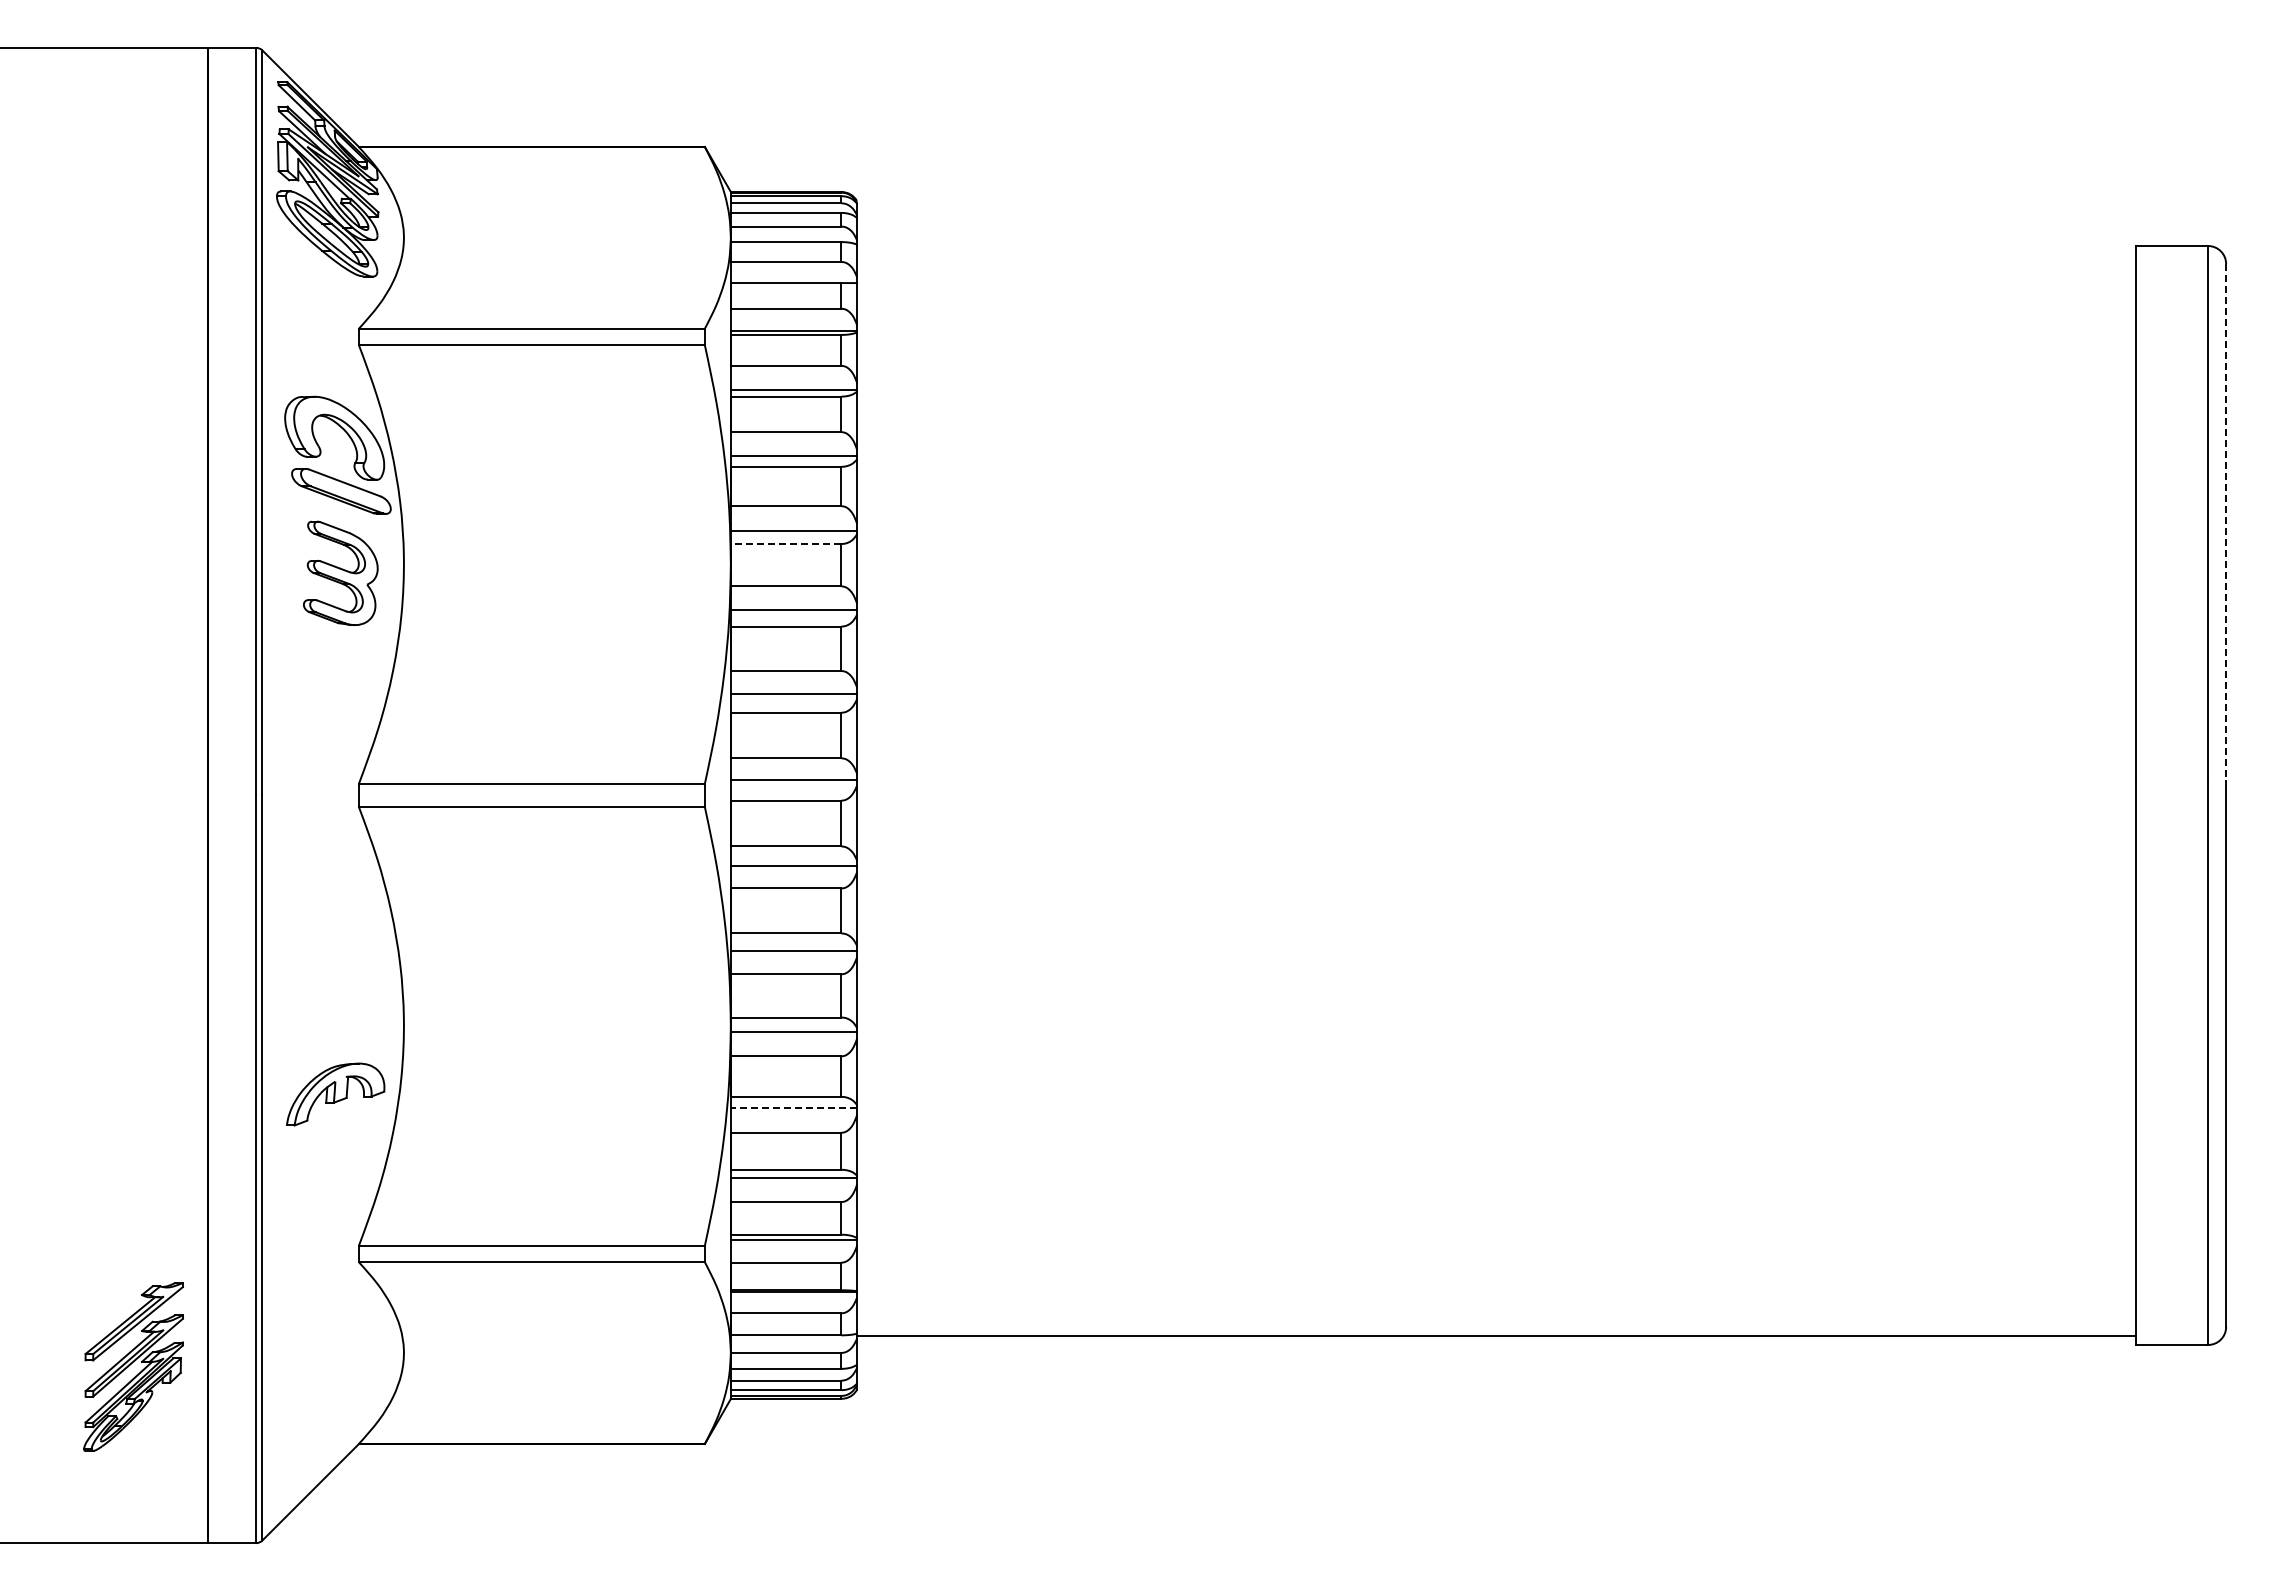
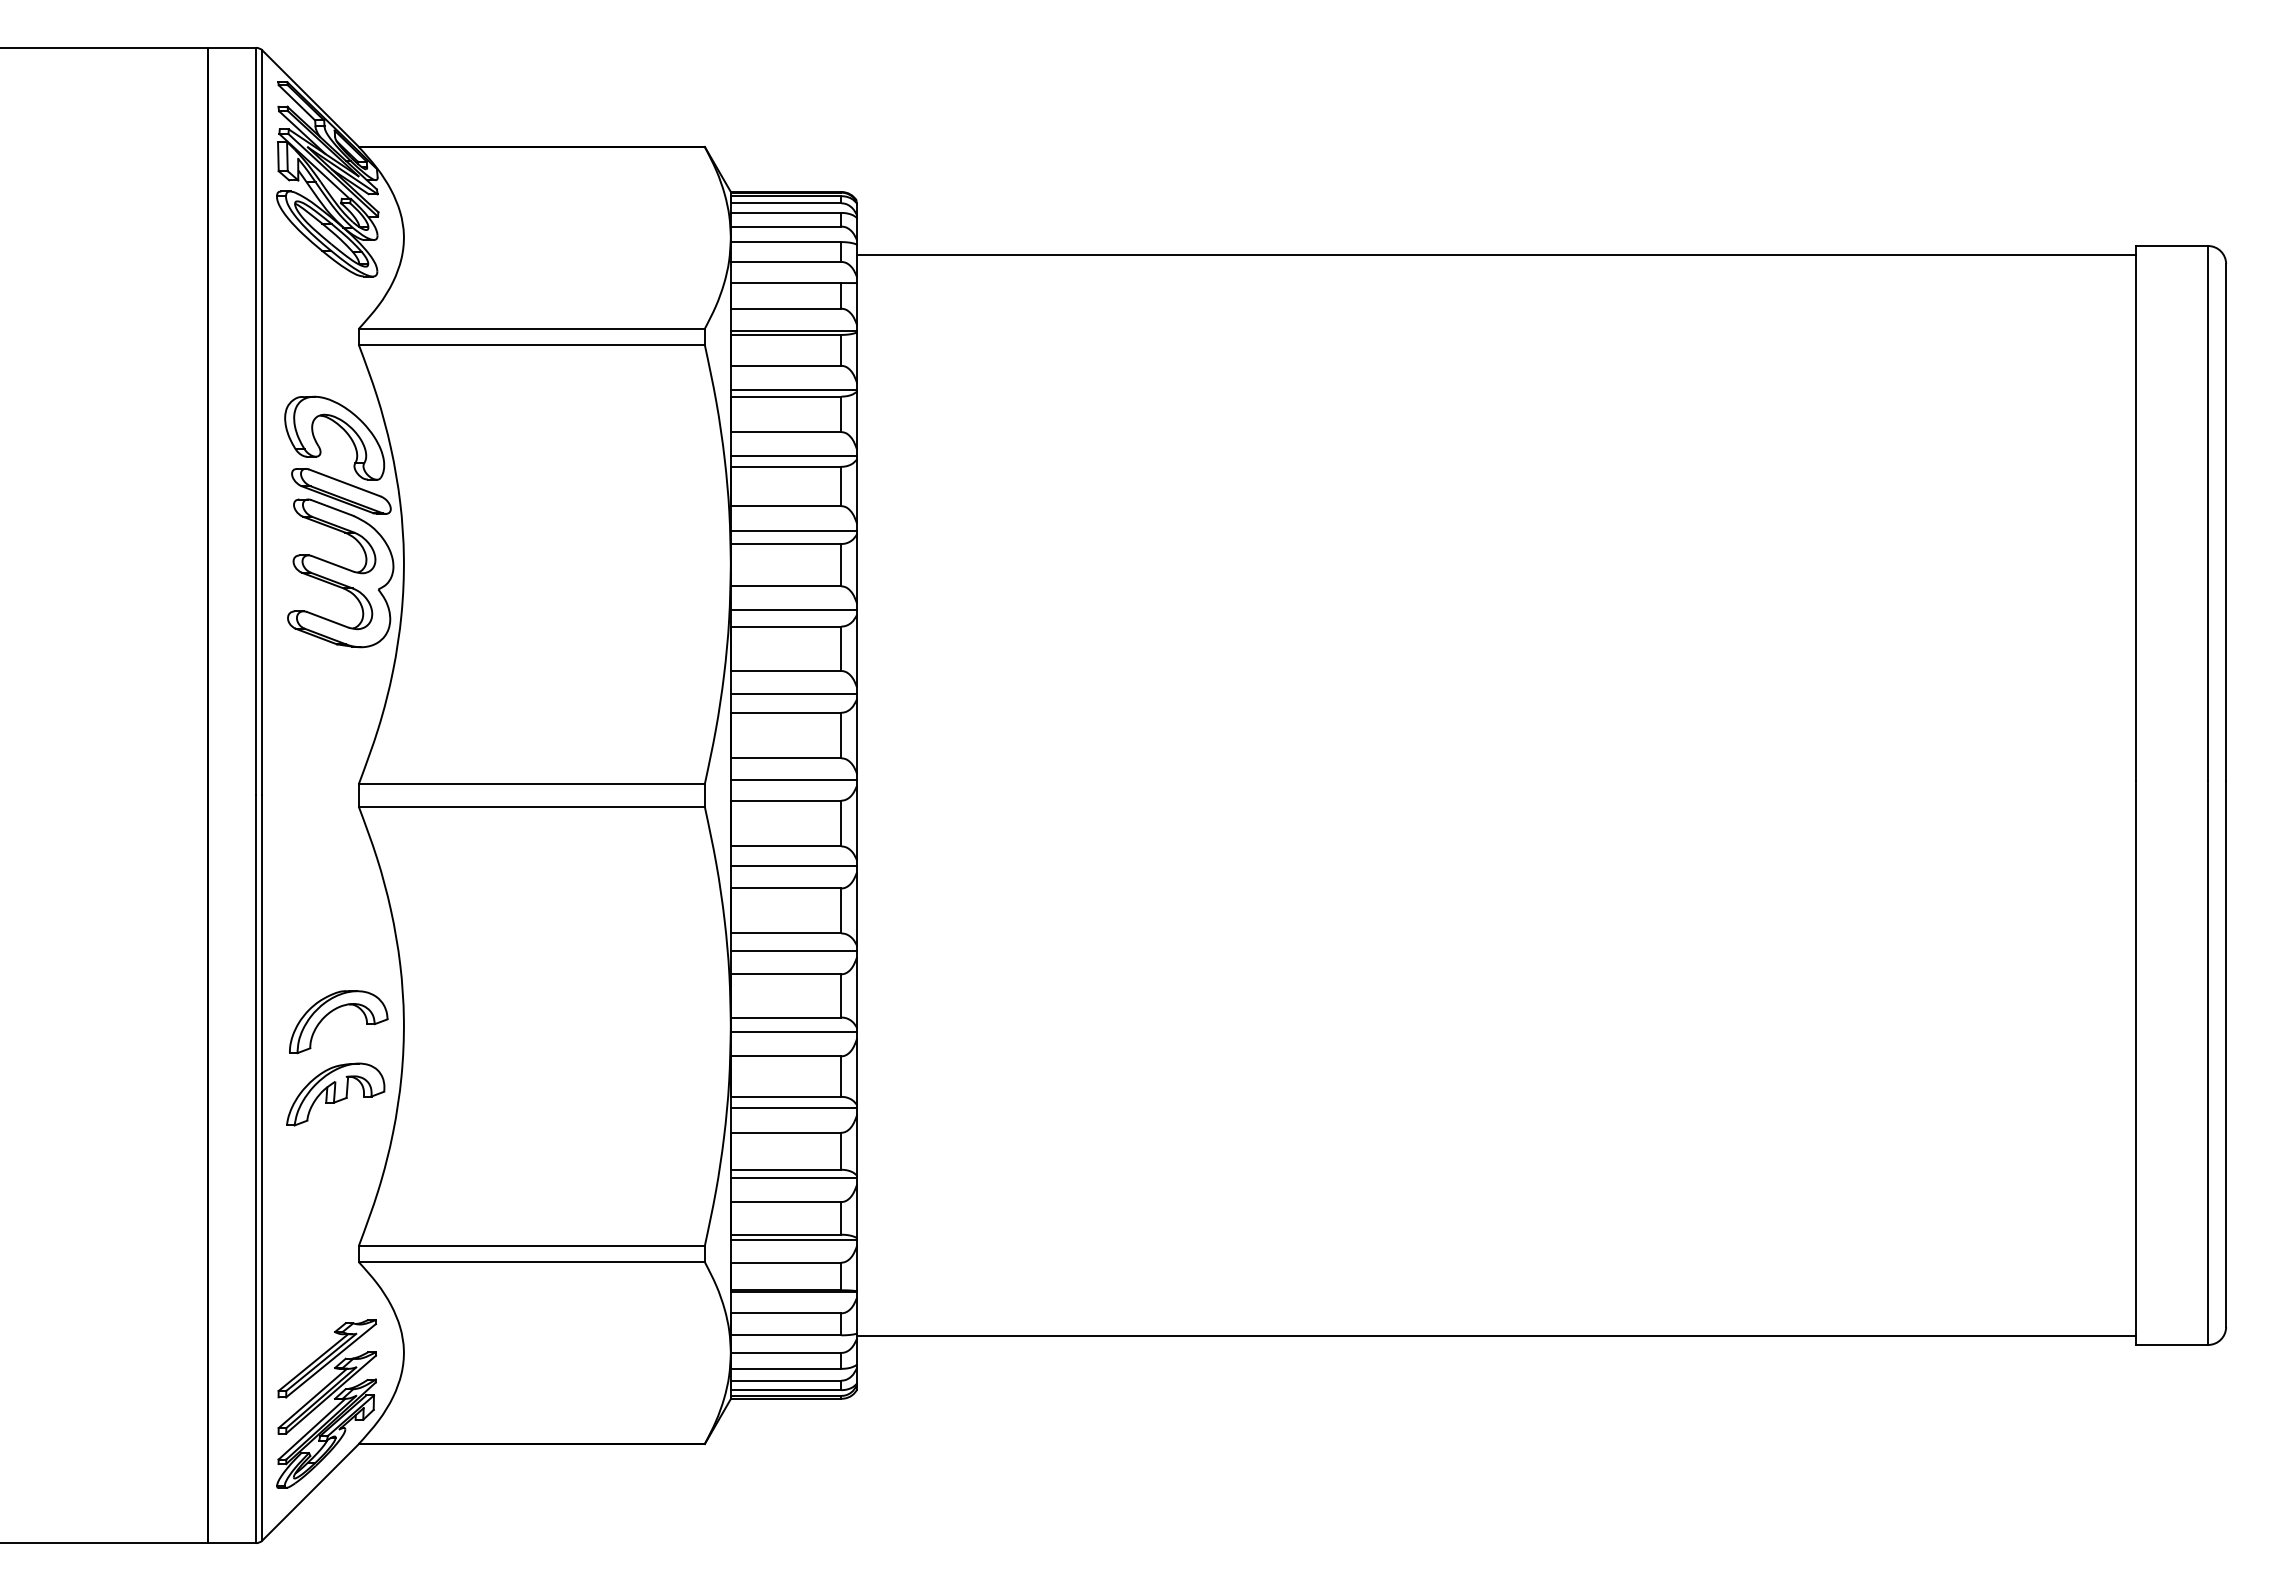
line at (1496, 255): none -> present
line at (2226, 522): dashed -> solid
line at (785, 544): dashed -> solid
part at (340, 572) size: 76x106 px -> 108x151 px
part at (330, 1013): none -> present
line at (793, 1108): dashed -> solid
part at (133, 1366) position: (133, 1366) -> (326, 1403)
